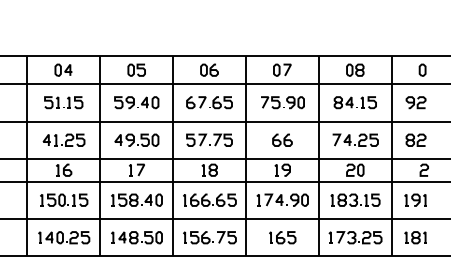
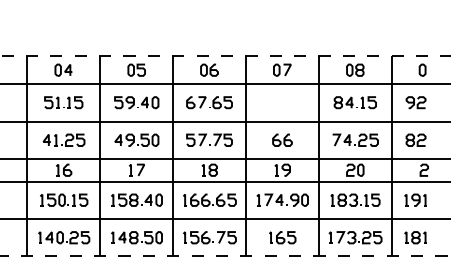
line at (225, 56): solid -> dashed
part at (282, 102): present -> none
line at (225, 256): solid -> dashed
